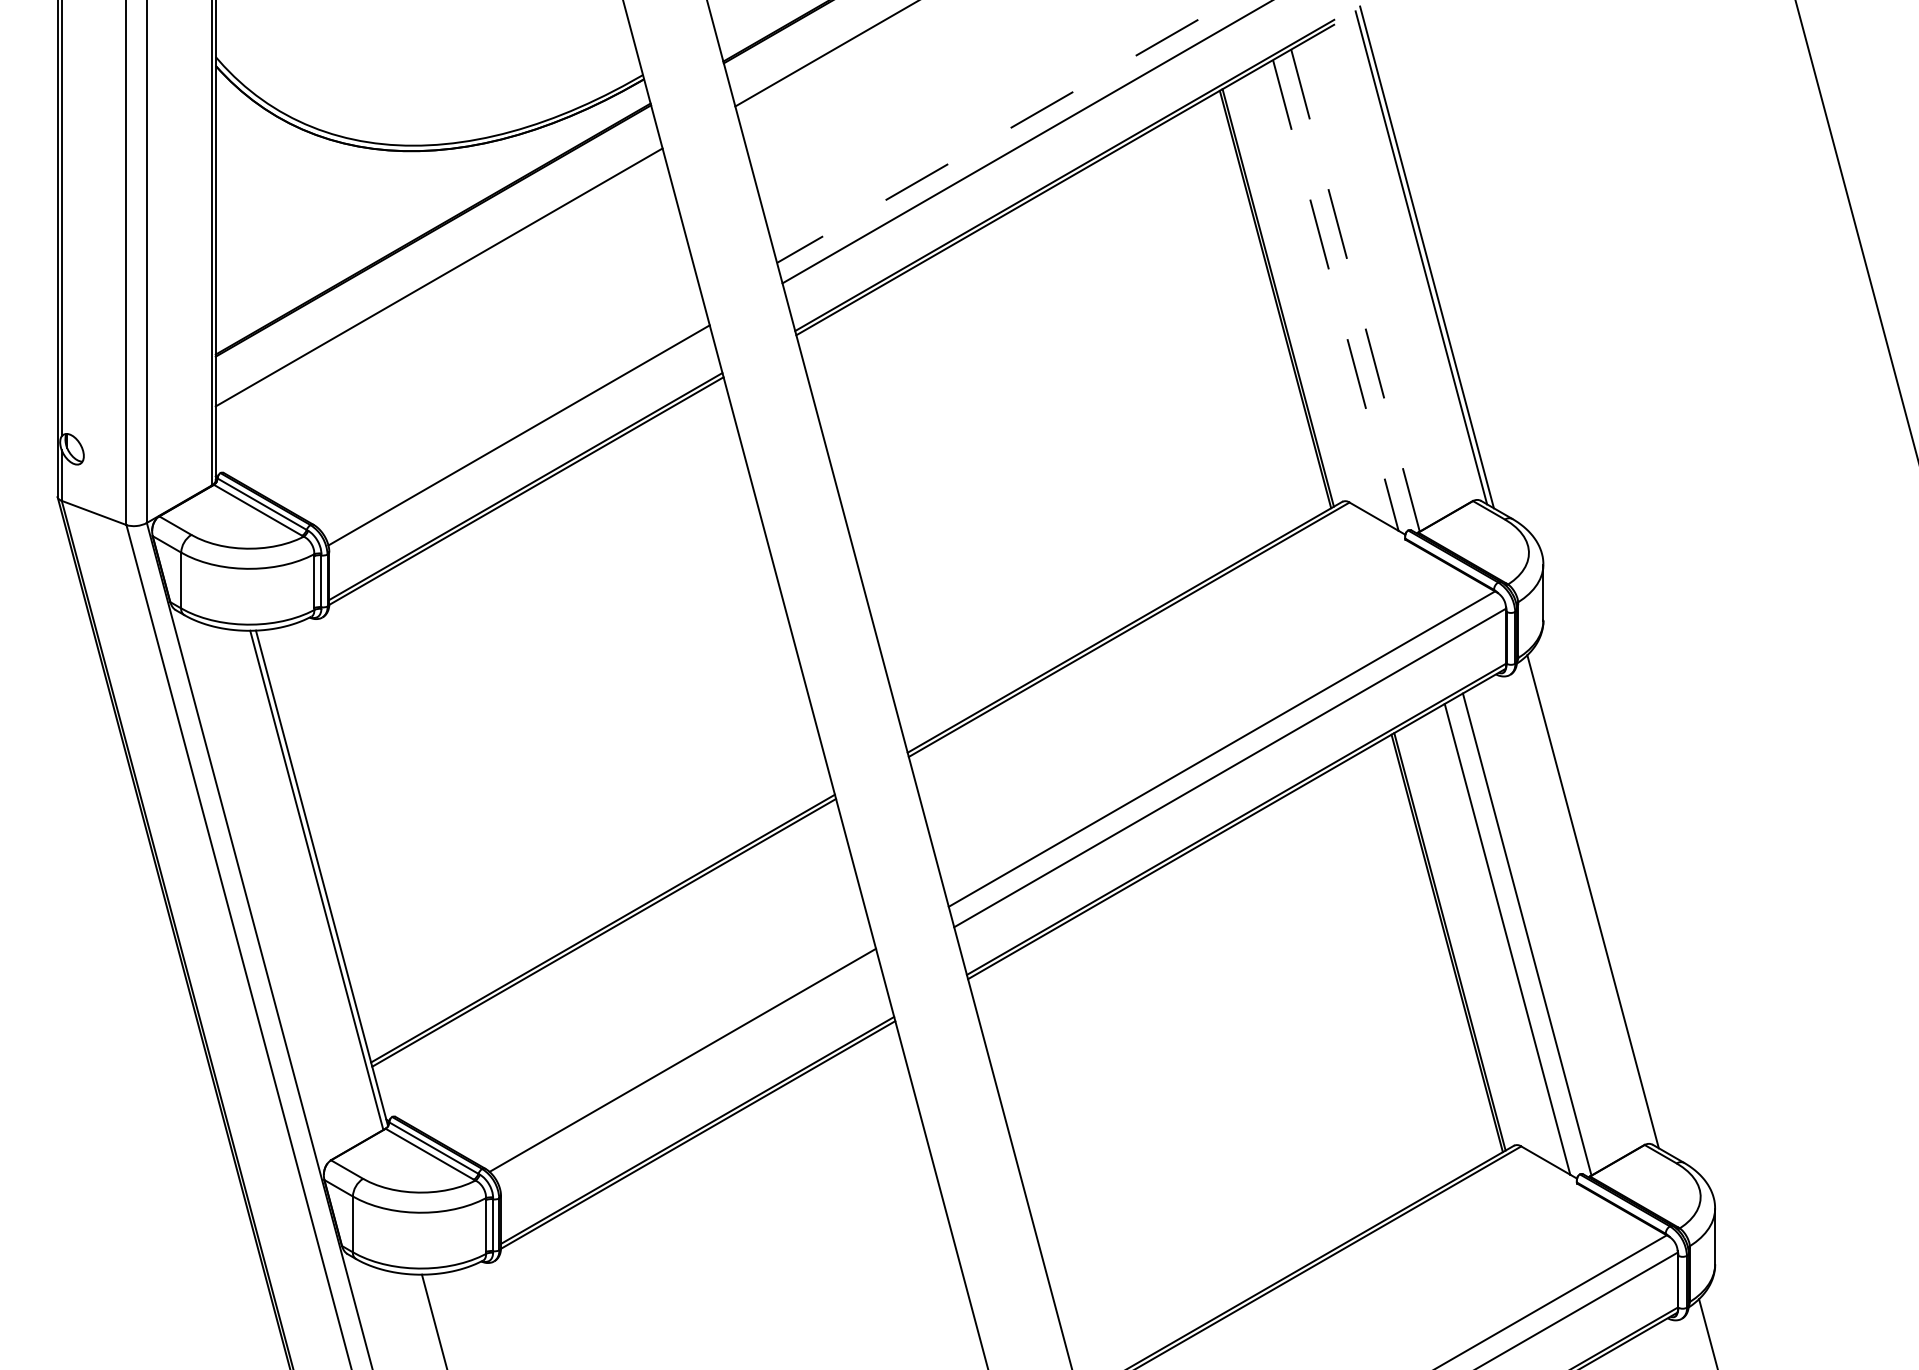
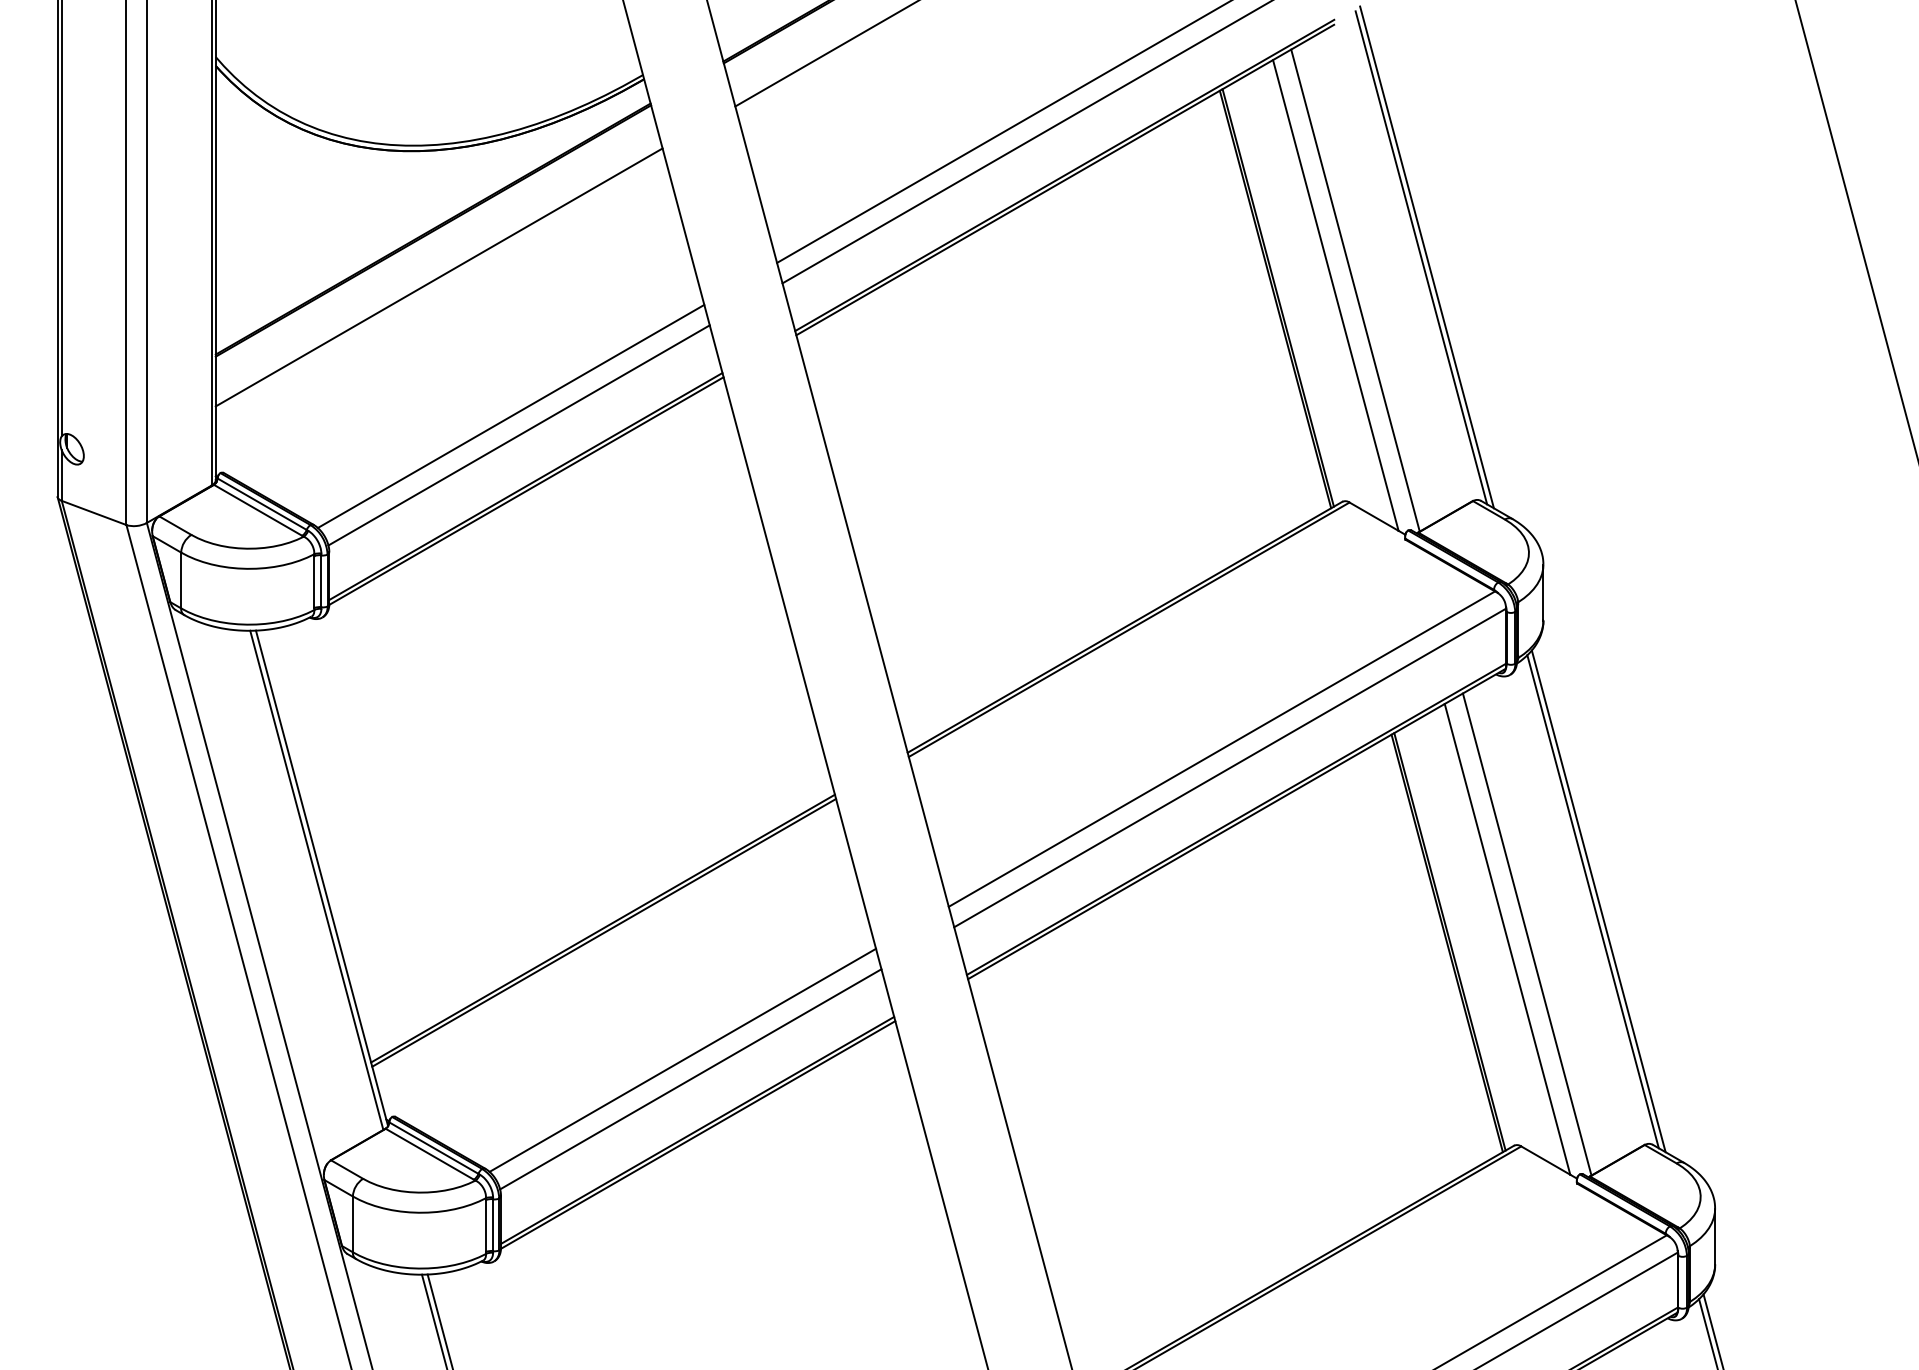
line at (1004, 131): dashed -> solid
line at (1355, 291): dashed -> solid
line at (1335, 295): dashed -> solid
line at (510, 415): none -> present
line at (1598, 901): none -> present
line at (690, 1079): none -> present
line at (439, 1320): none -> present
line at (1712, 1330): none -> present
